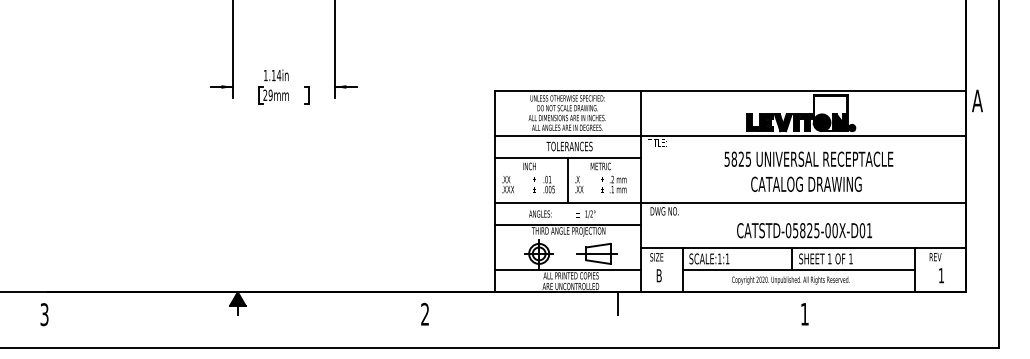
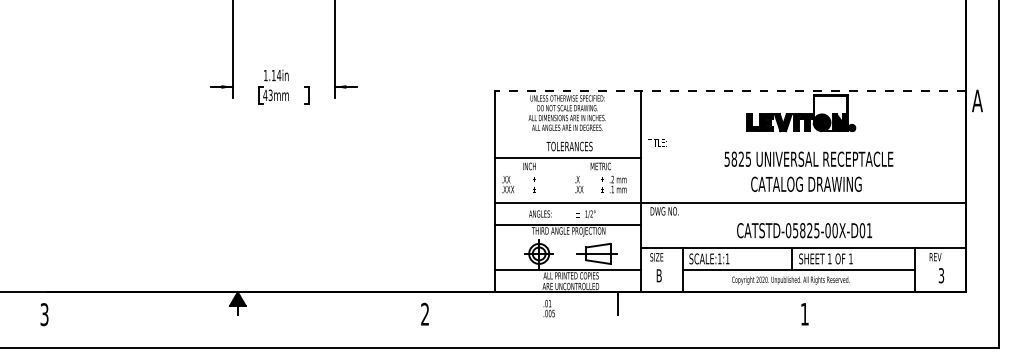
line at (729, 90): solid -> dashed
text at (267, 94): 29mm -> 43mm
line at (730, 135): present -> none
line at (568, 180): present -> none
text at (548, 184) position: (548, 184) -> (548, 308)
text at (941, 275): 1 -> 3
